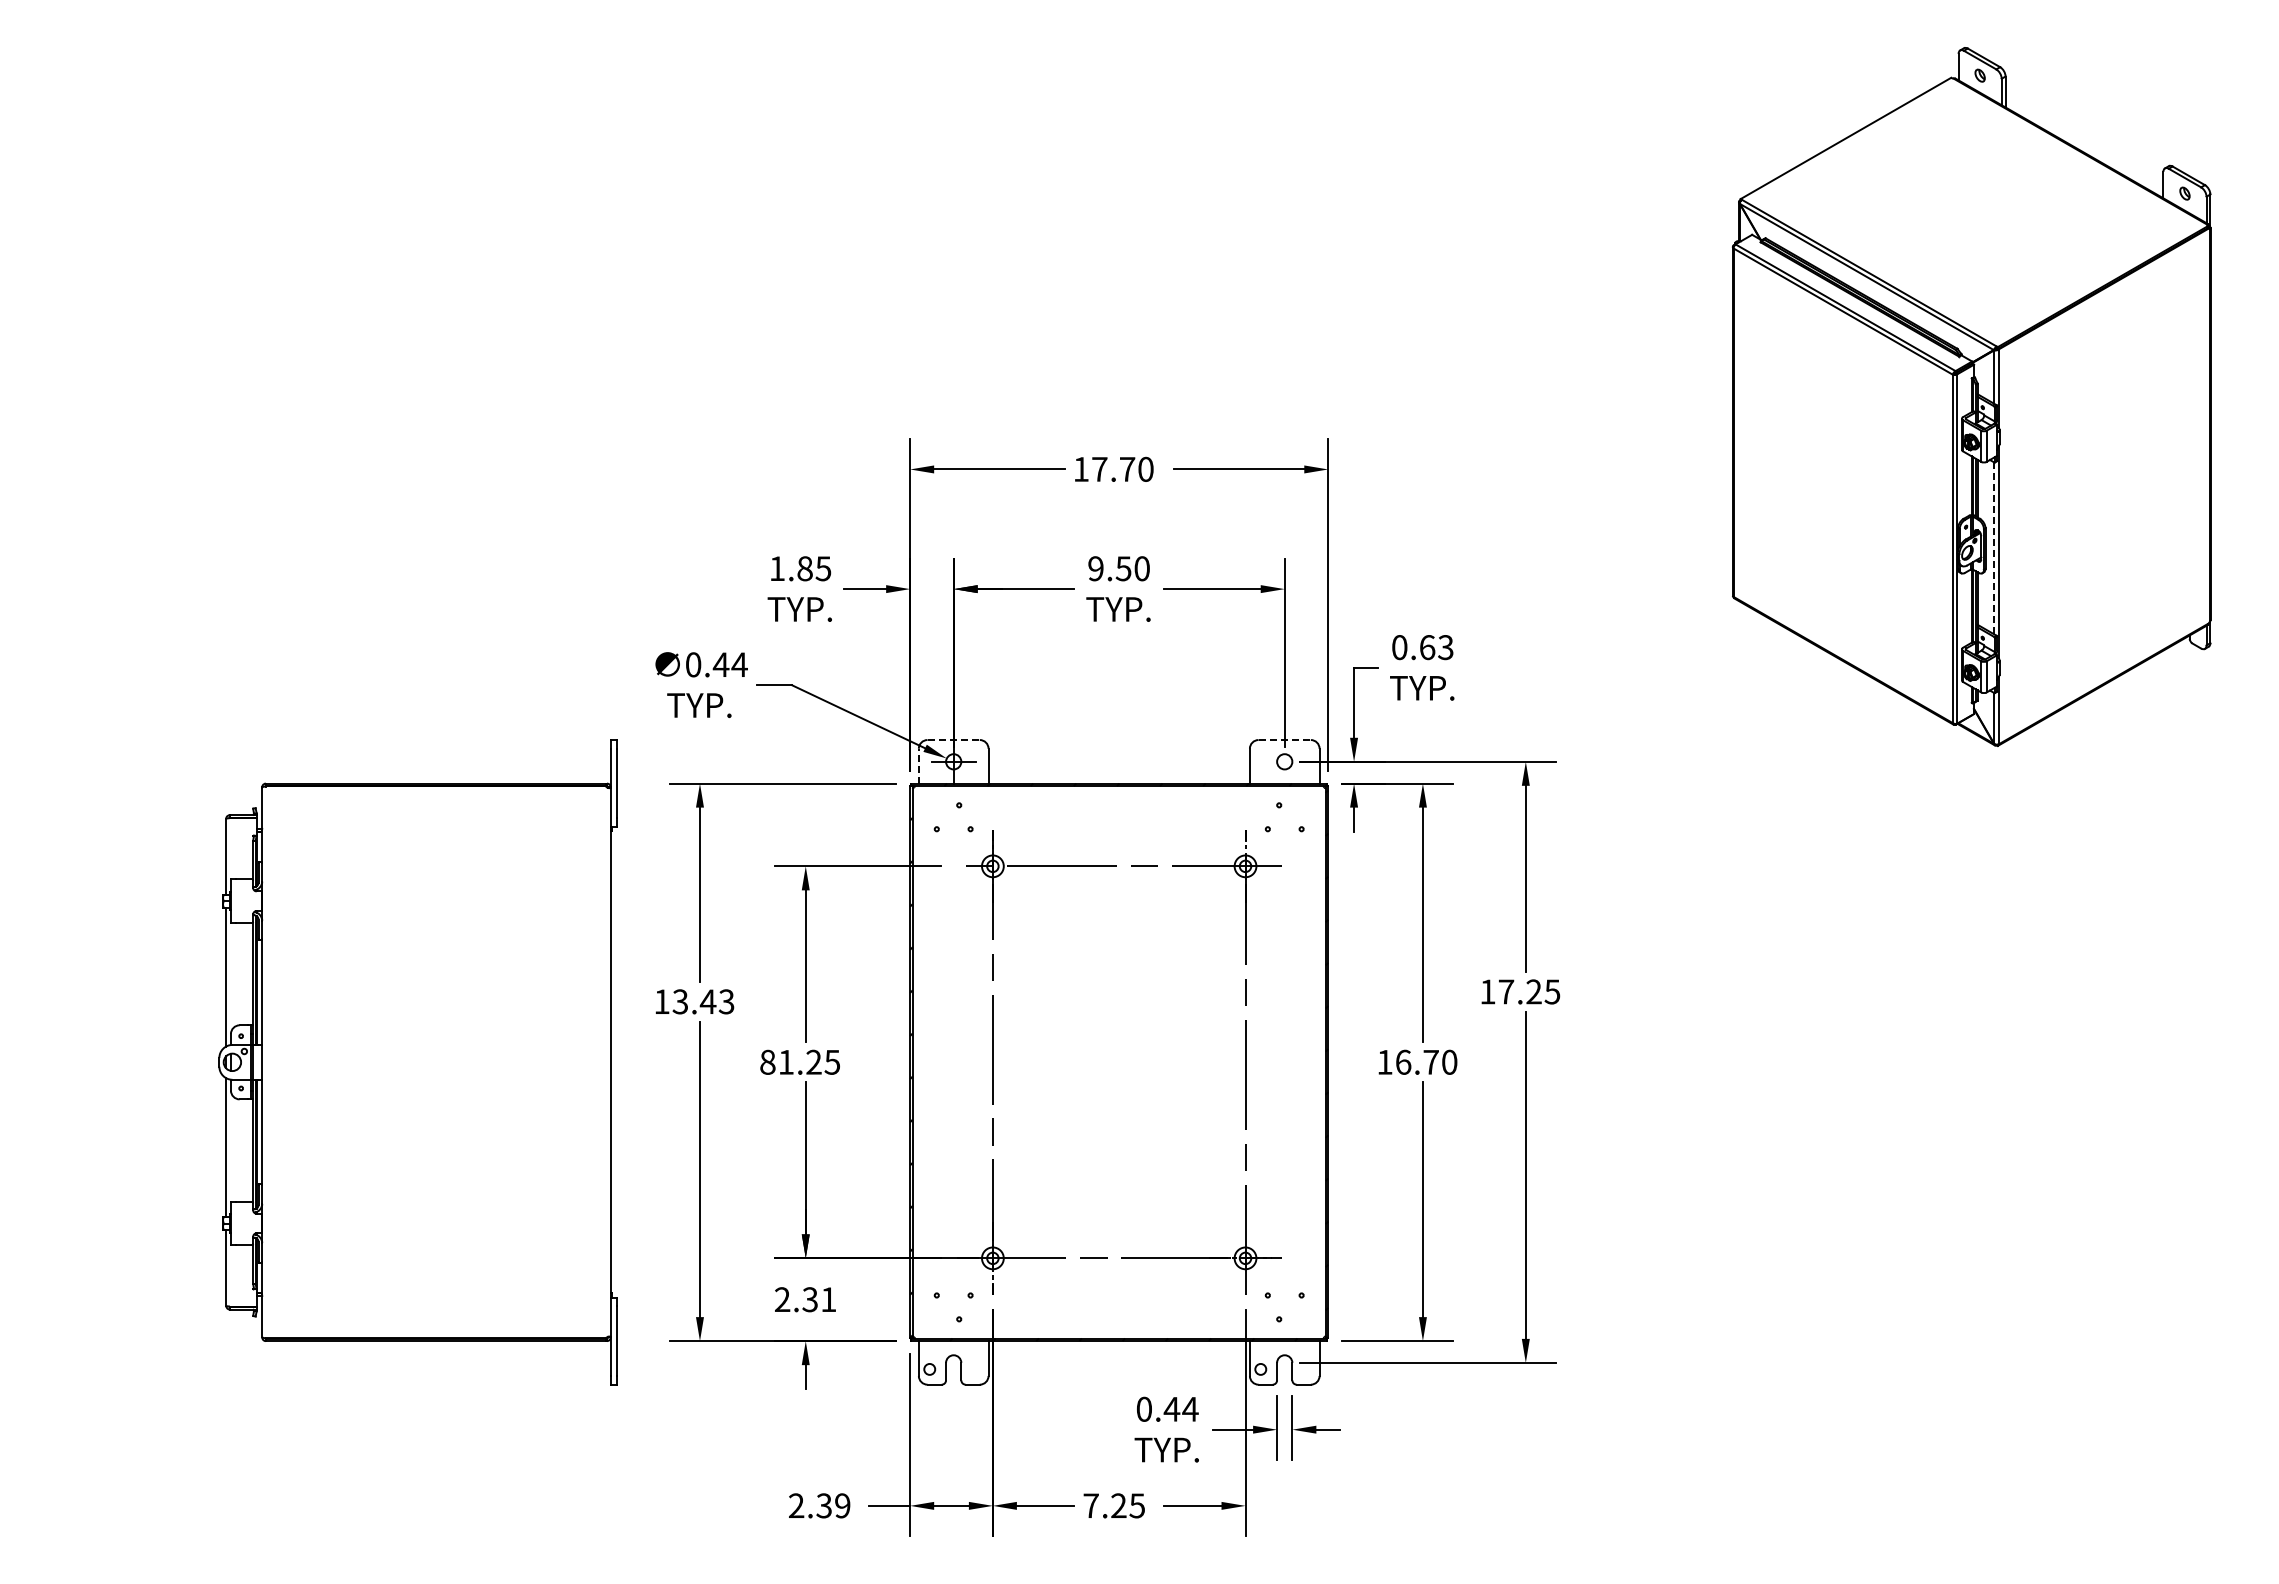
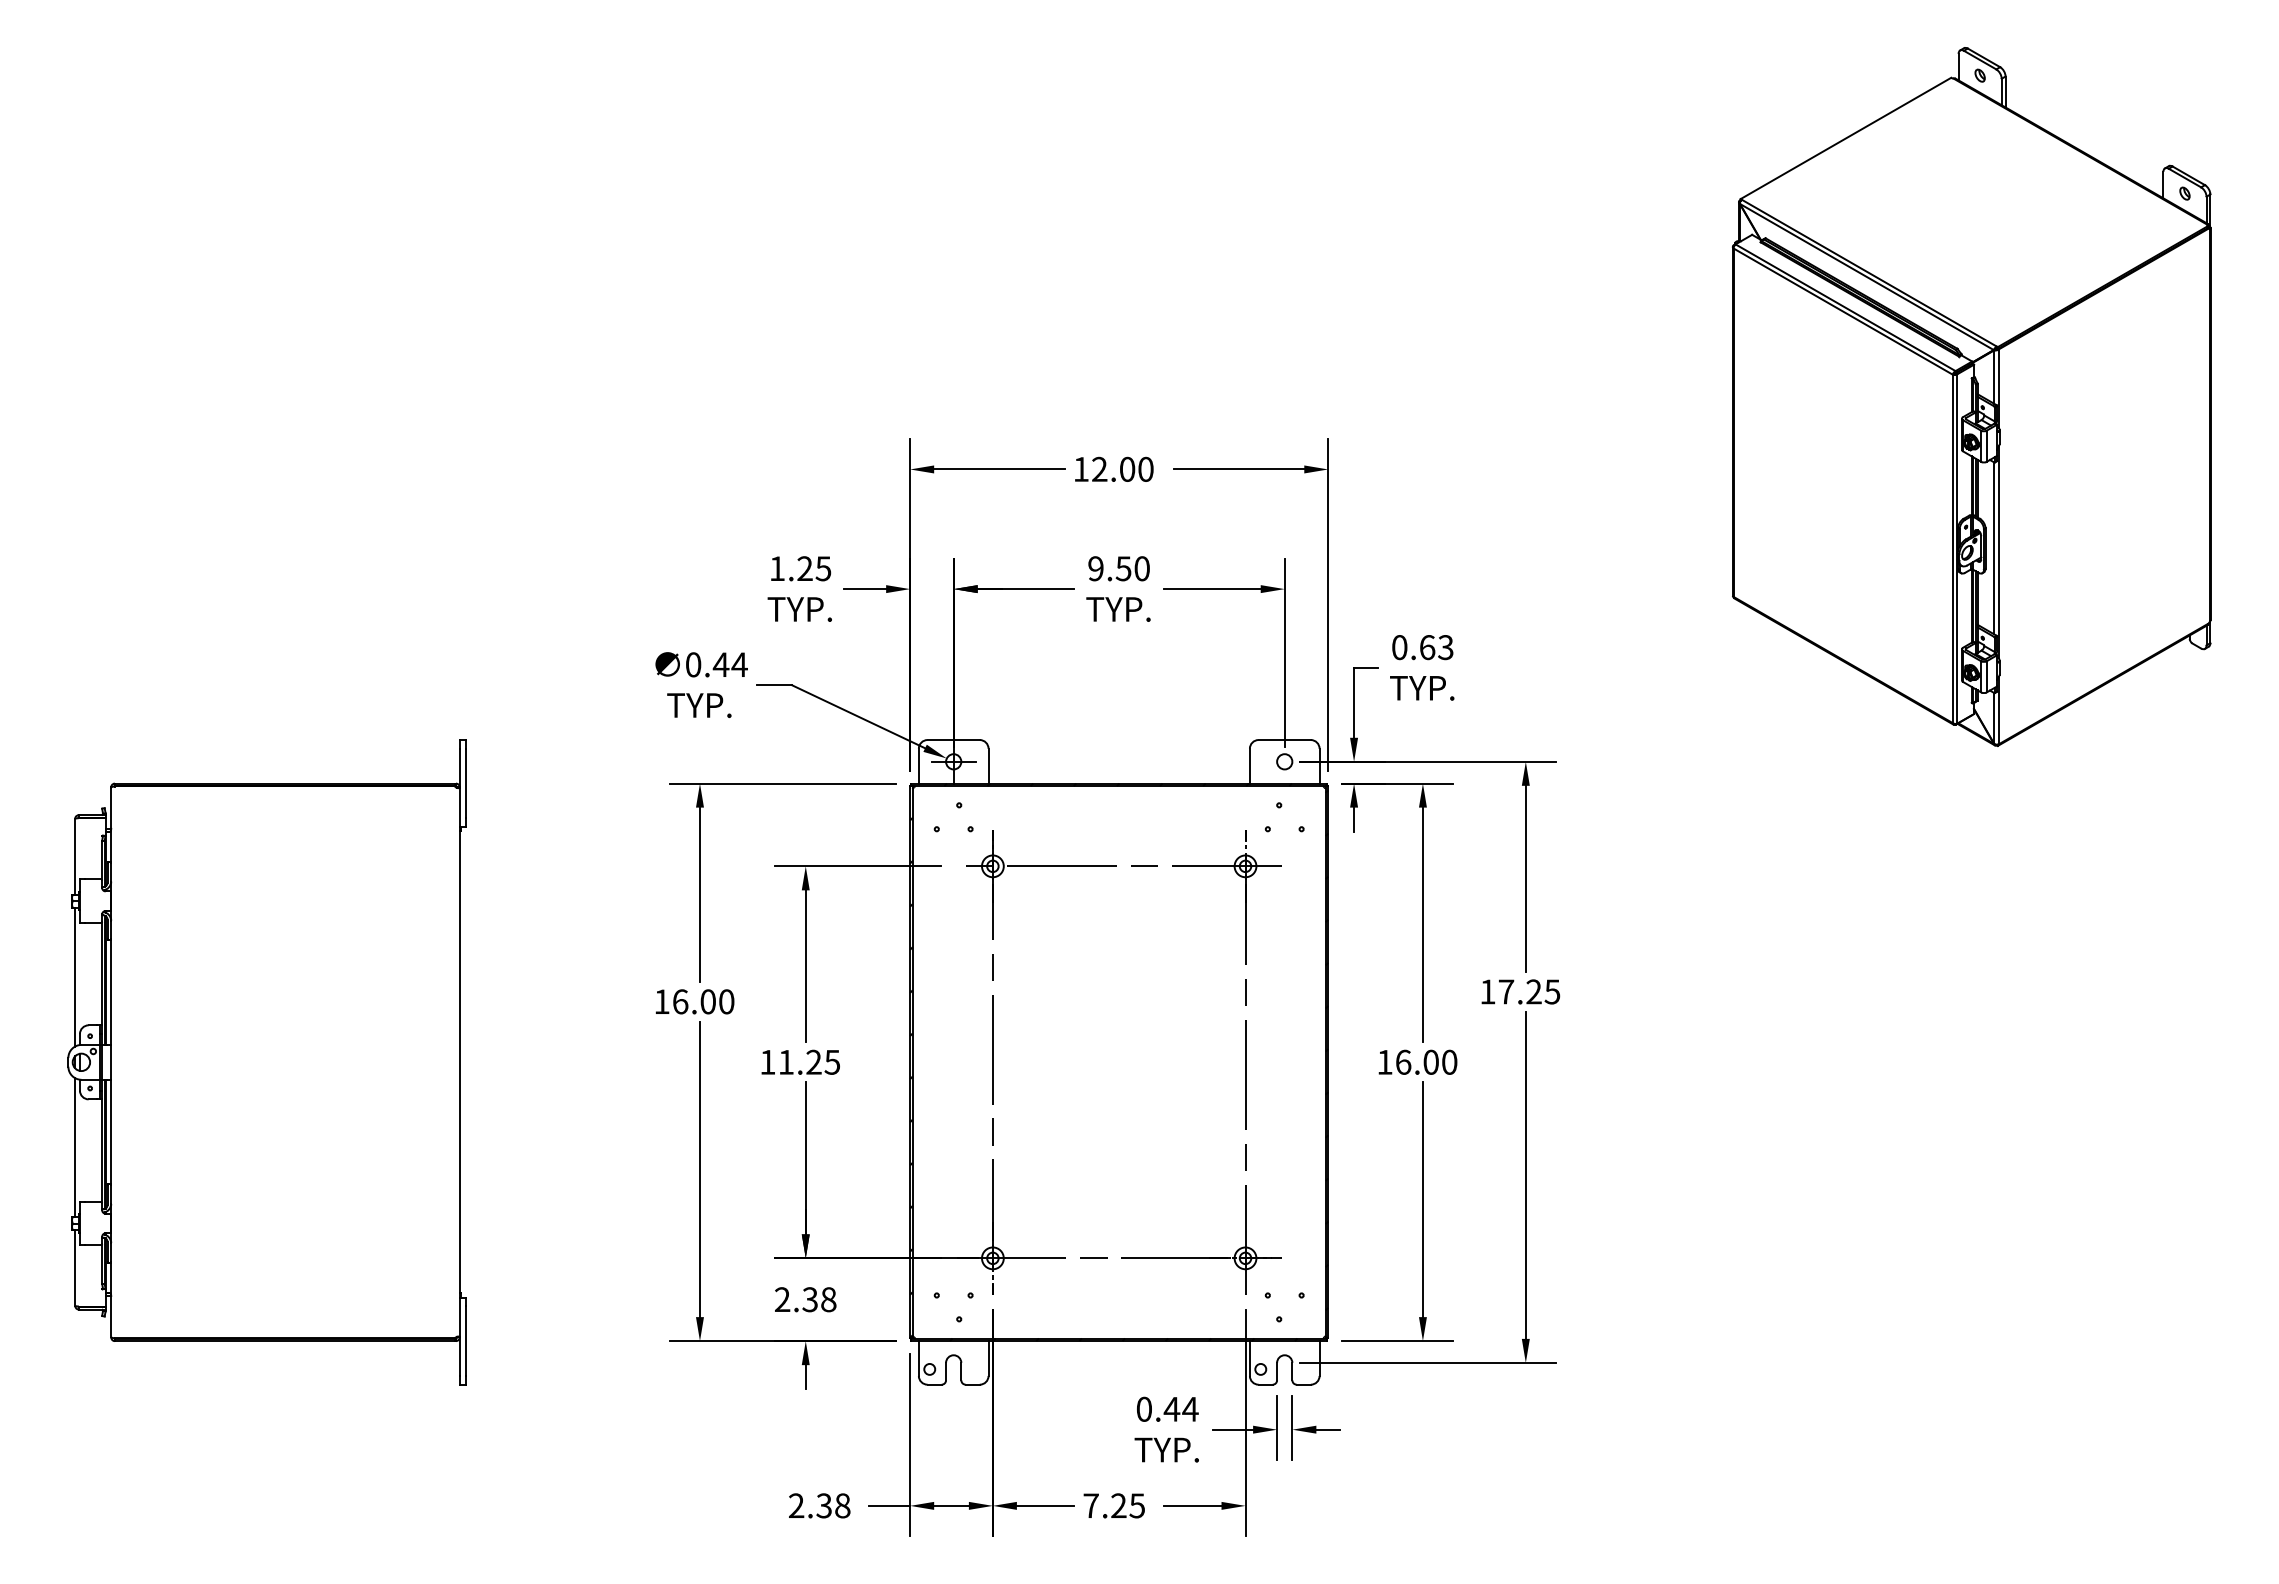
text at (1113, 468): 17.70 -> 12.00
line at (1994, 548): dashed -> solid
text at (804, 568): 1.85 -> 1.25
line at (954, 740): dashed -> solid
line at (1285, 740): dashed -> solid
line at (918, 765): dashed -> solid
text at (703, 1001): 13.43 -> 16.00
text at (767, 1061): 81.25 -> 11.25
text at (1430, 1061): 16.70 -> 16.00
part at (417, 1062) position: (417, 1062) -> (266, 1062)
text at (828, 1299): 2.31 -> 2.38
text at (842, 1505): 2.39 -> 2.38
